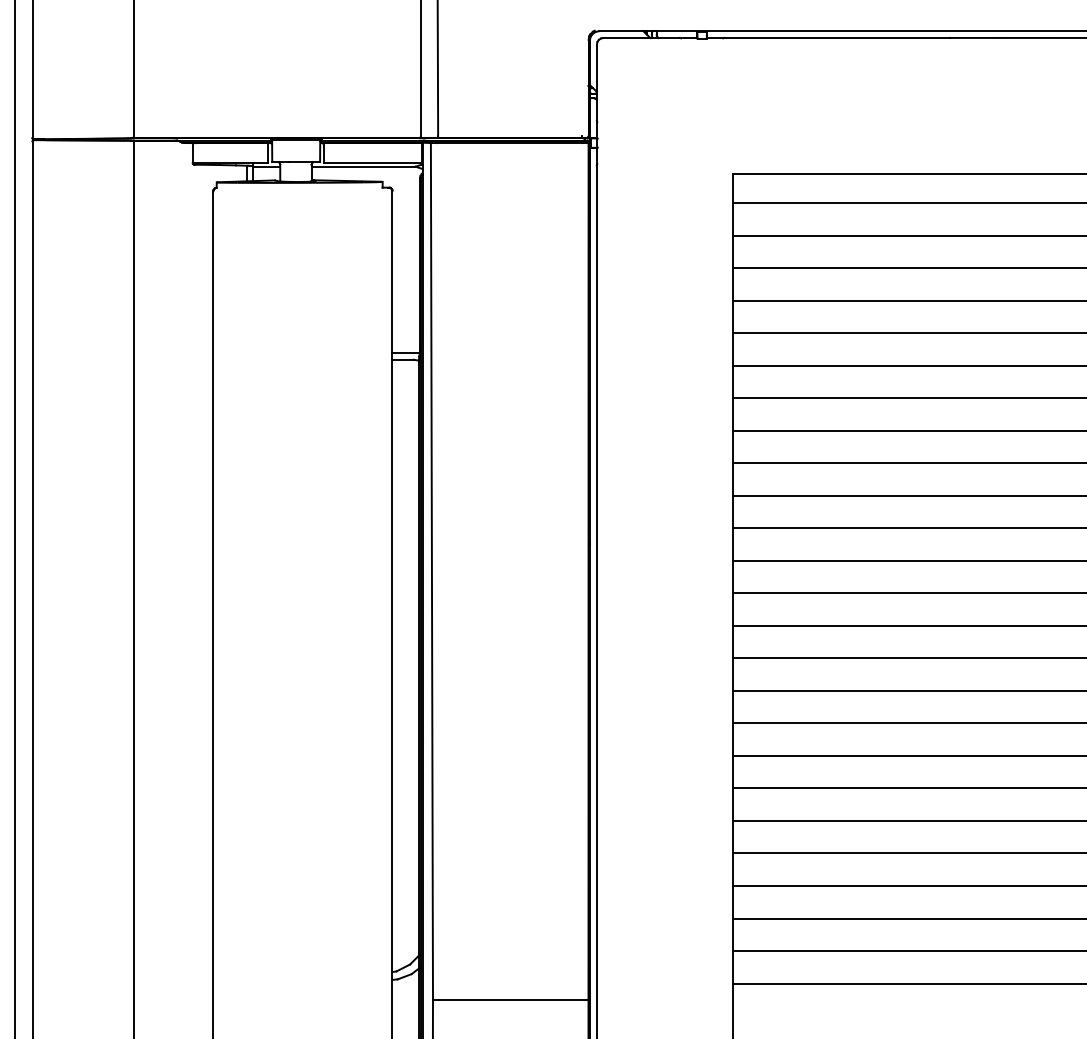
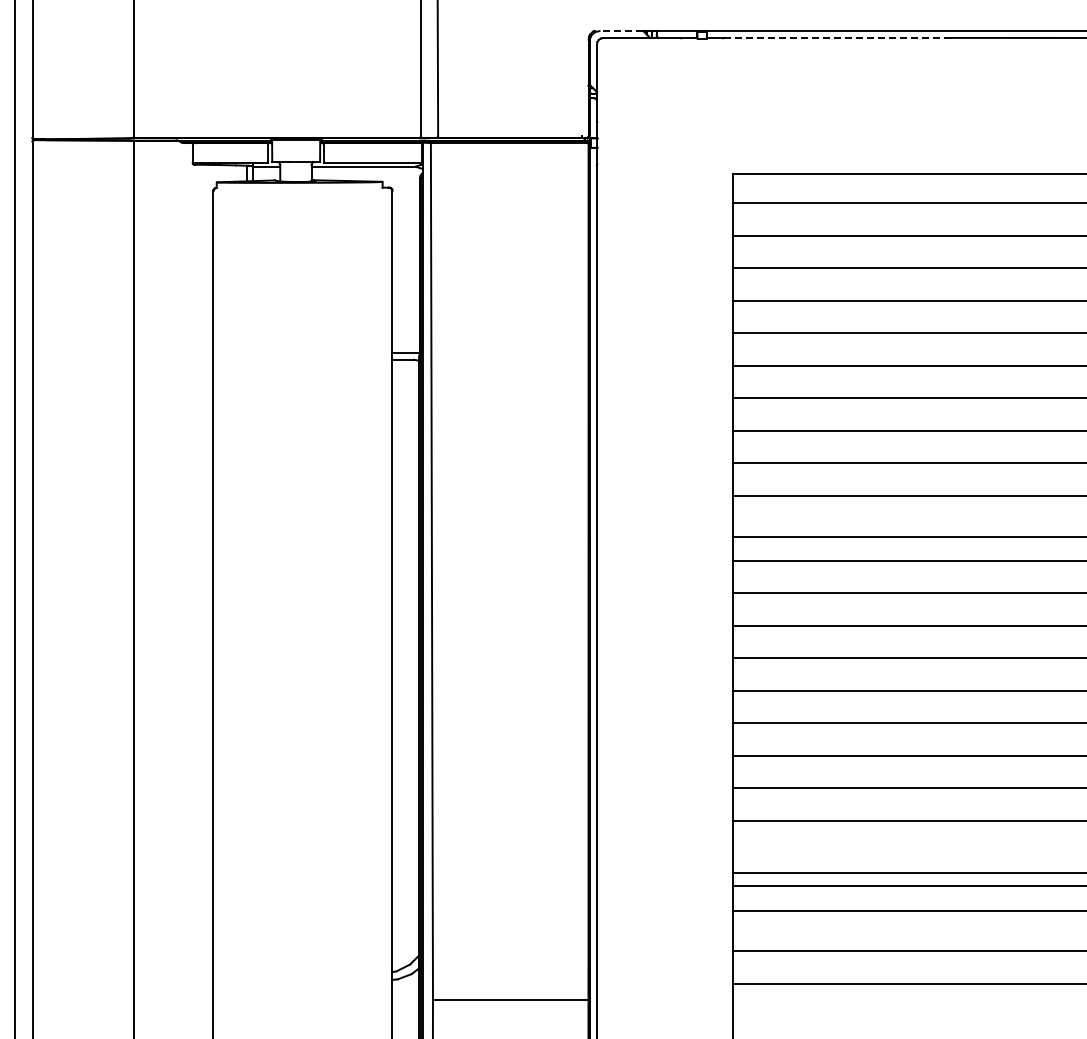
line at (621, 31): solid -> dashed
line at (837, 37): solid -> dashed
line at (908, 528) position: (908, 528) -> (908, 537)
line at (908, 853) position: (908, 853) -> (908, 873)
line at (908, 918) position: (908, 918) -> (908, 910)
